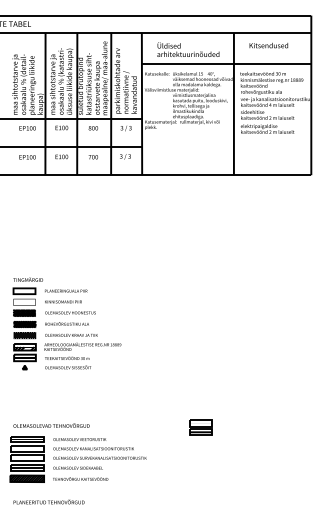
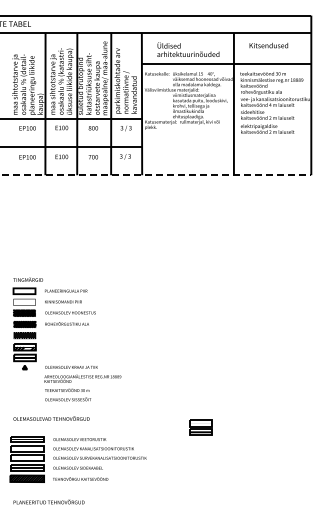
line at (156, 175): solid -> dashed
text at (82, 351) position: (82, 351) -> (82, 383)
text at (51, 425) position: (51, 425) -> (51, 418)
